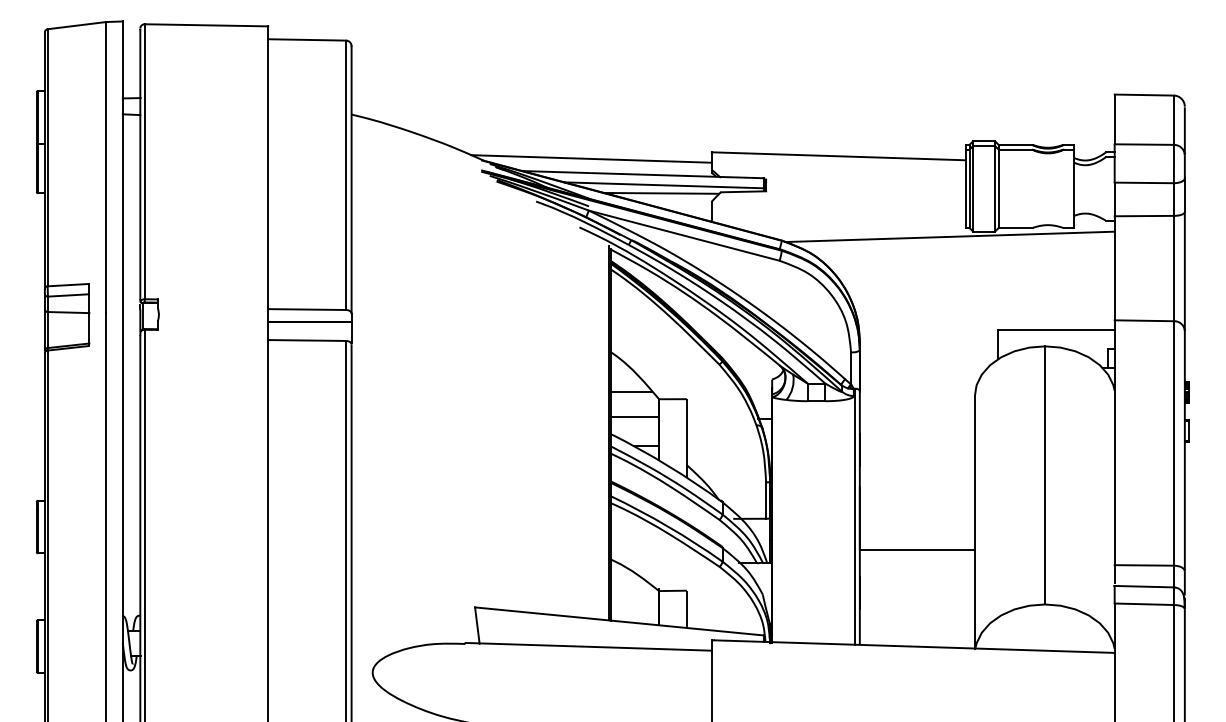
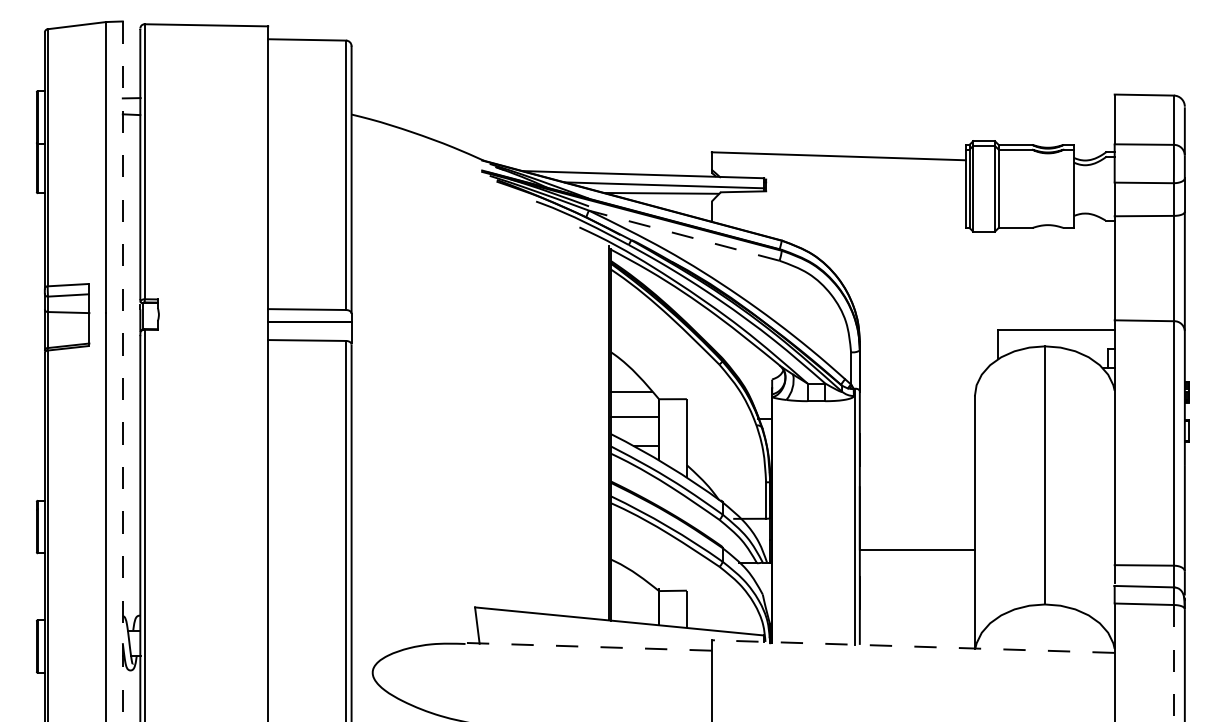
line at (591, 158): present -> none
line at (684, 235): solid -> dashed
line at (949, 236): present -> none
line at (122, 371): solid -> dashed
line at (588, 646): solid -> dashed
line at (914, 646): solid -> dashed
line at (1173, 663): solid -> dashed
